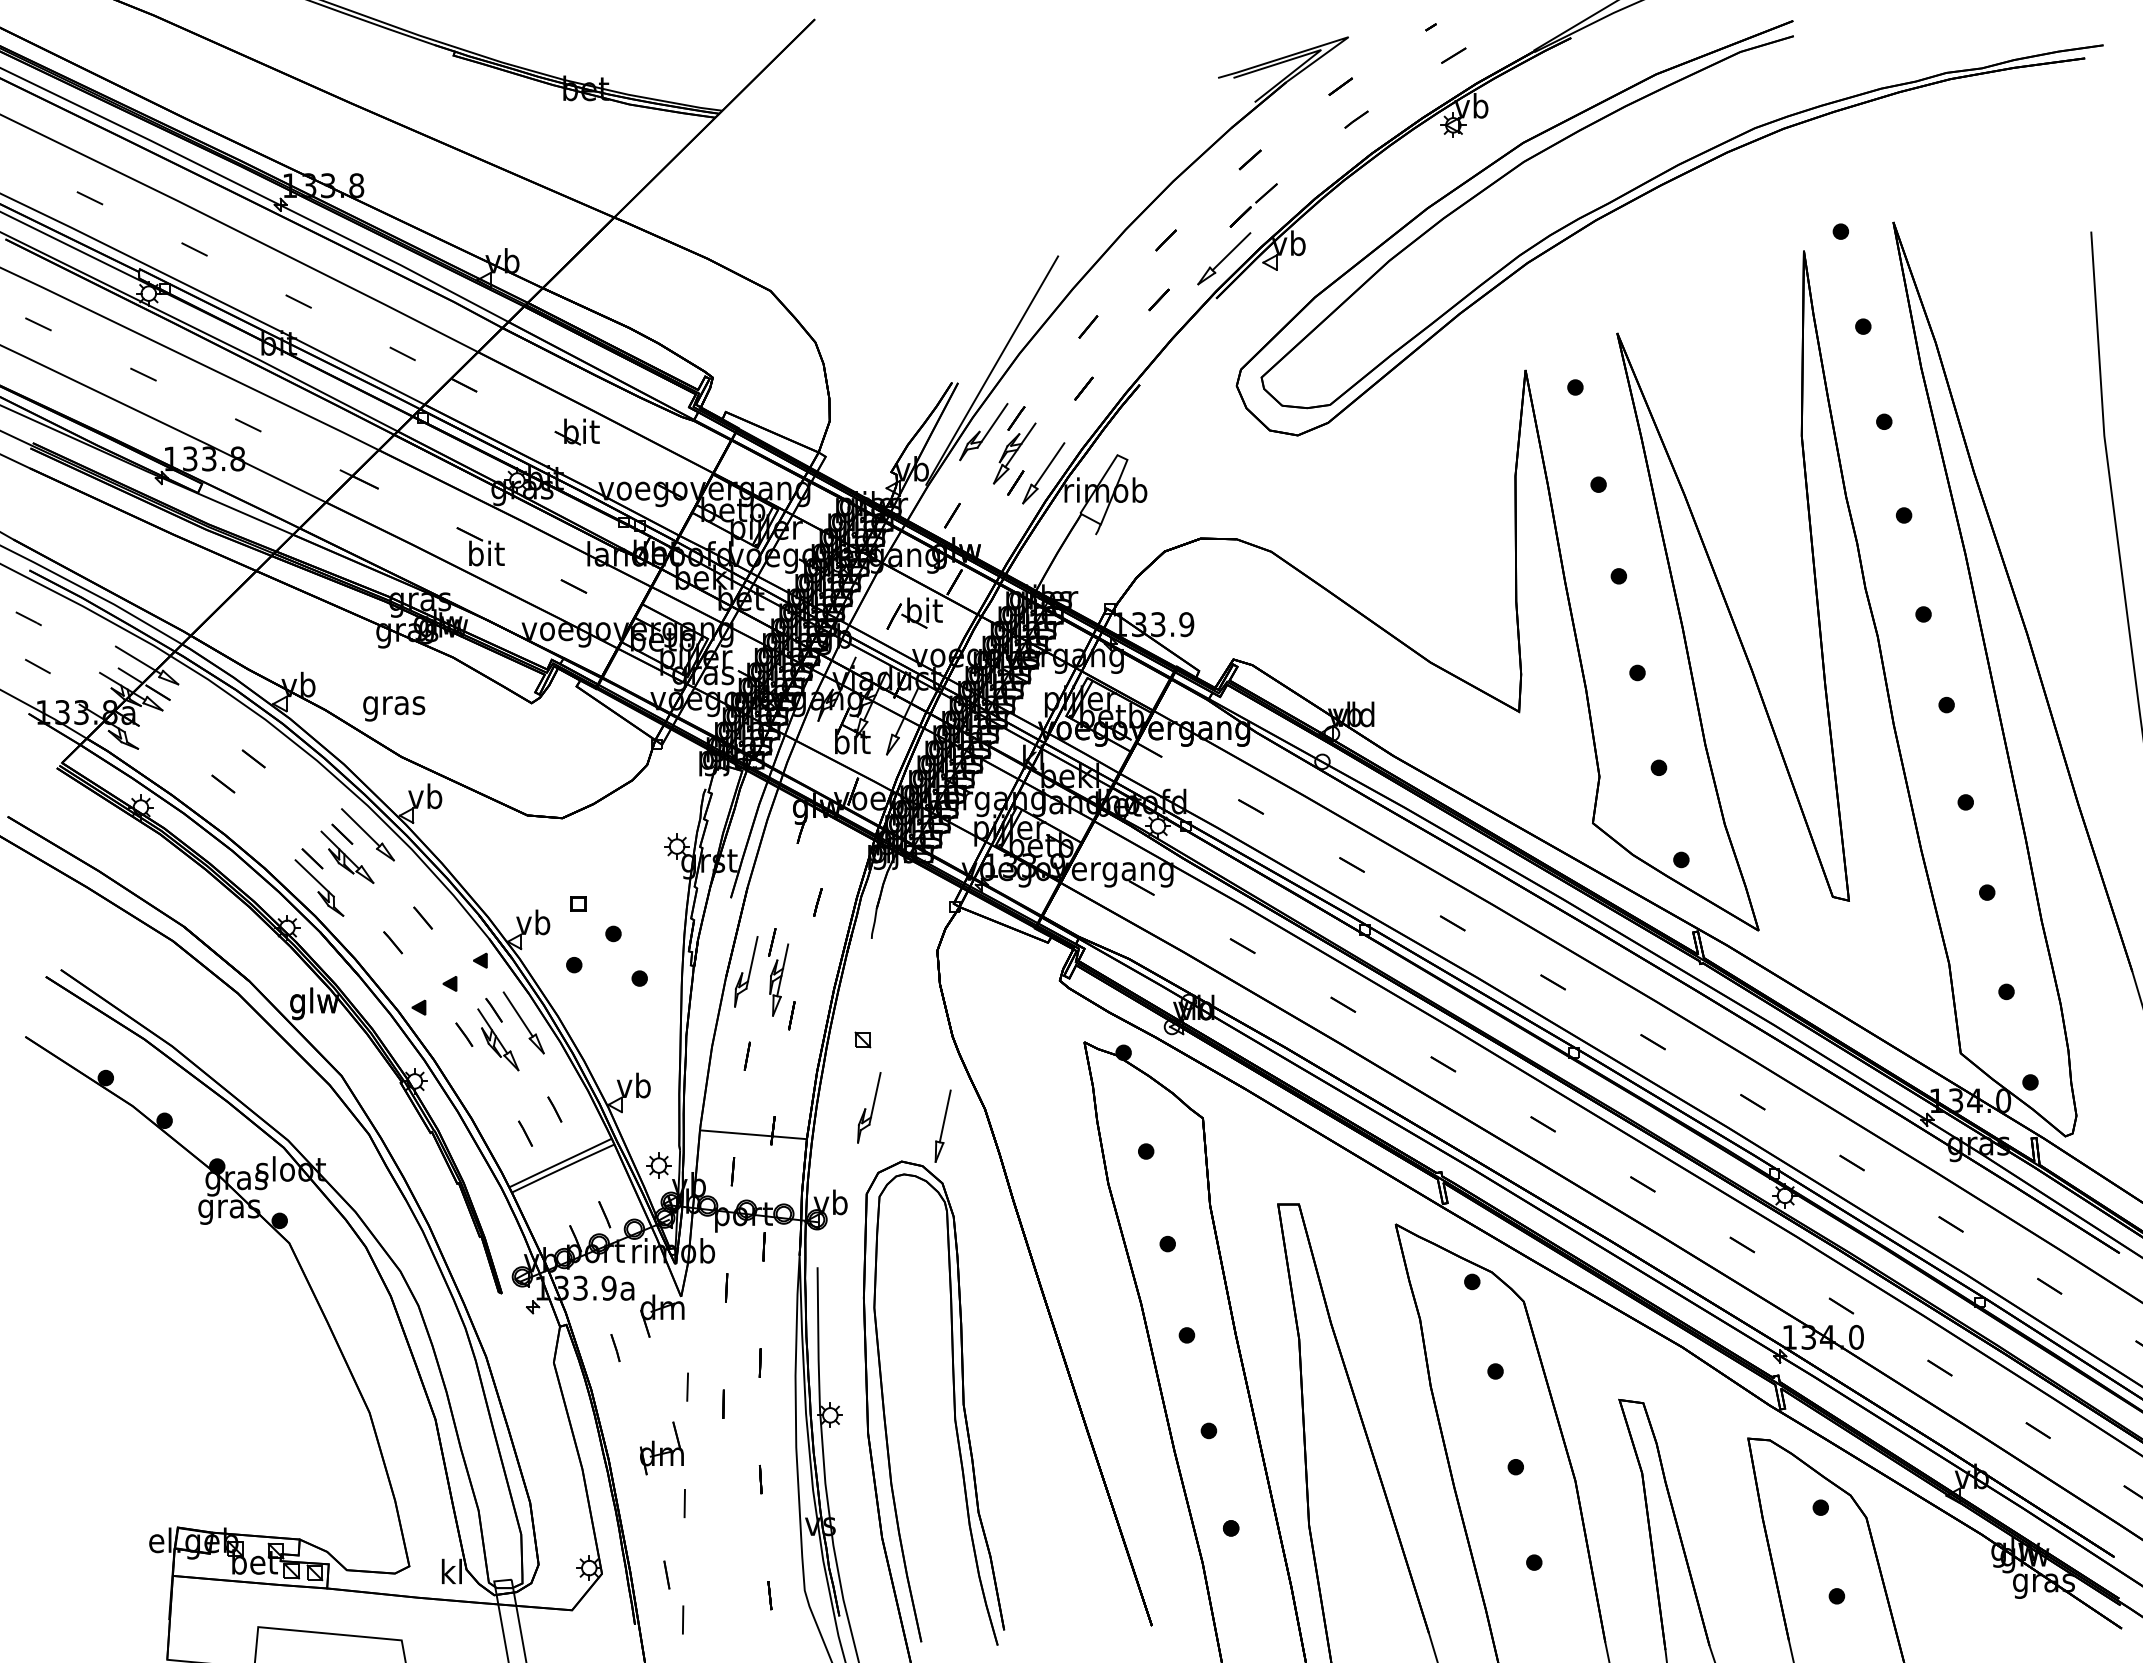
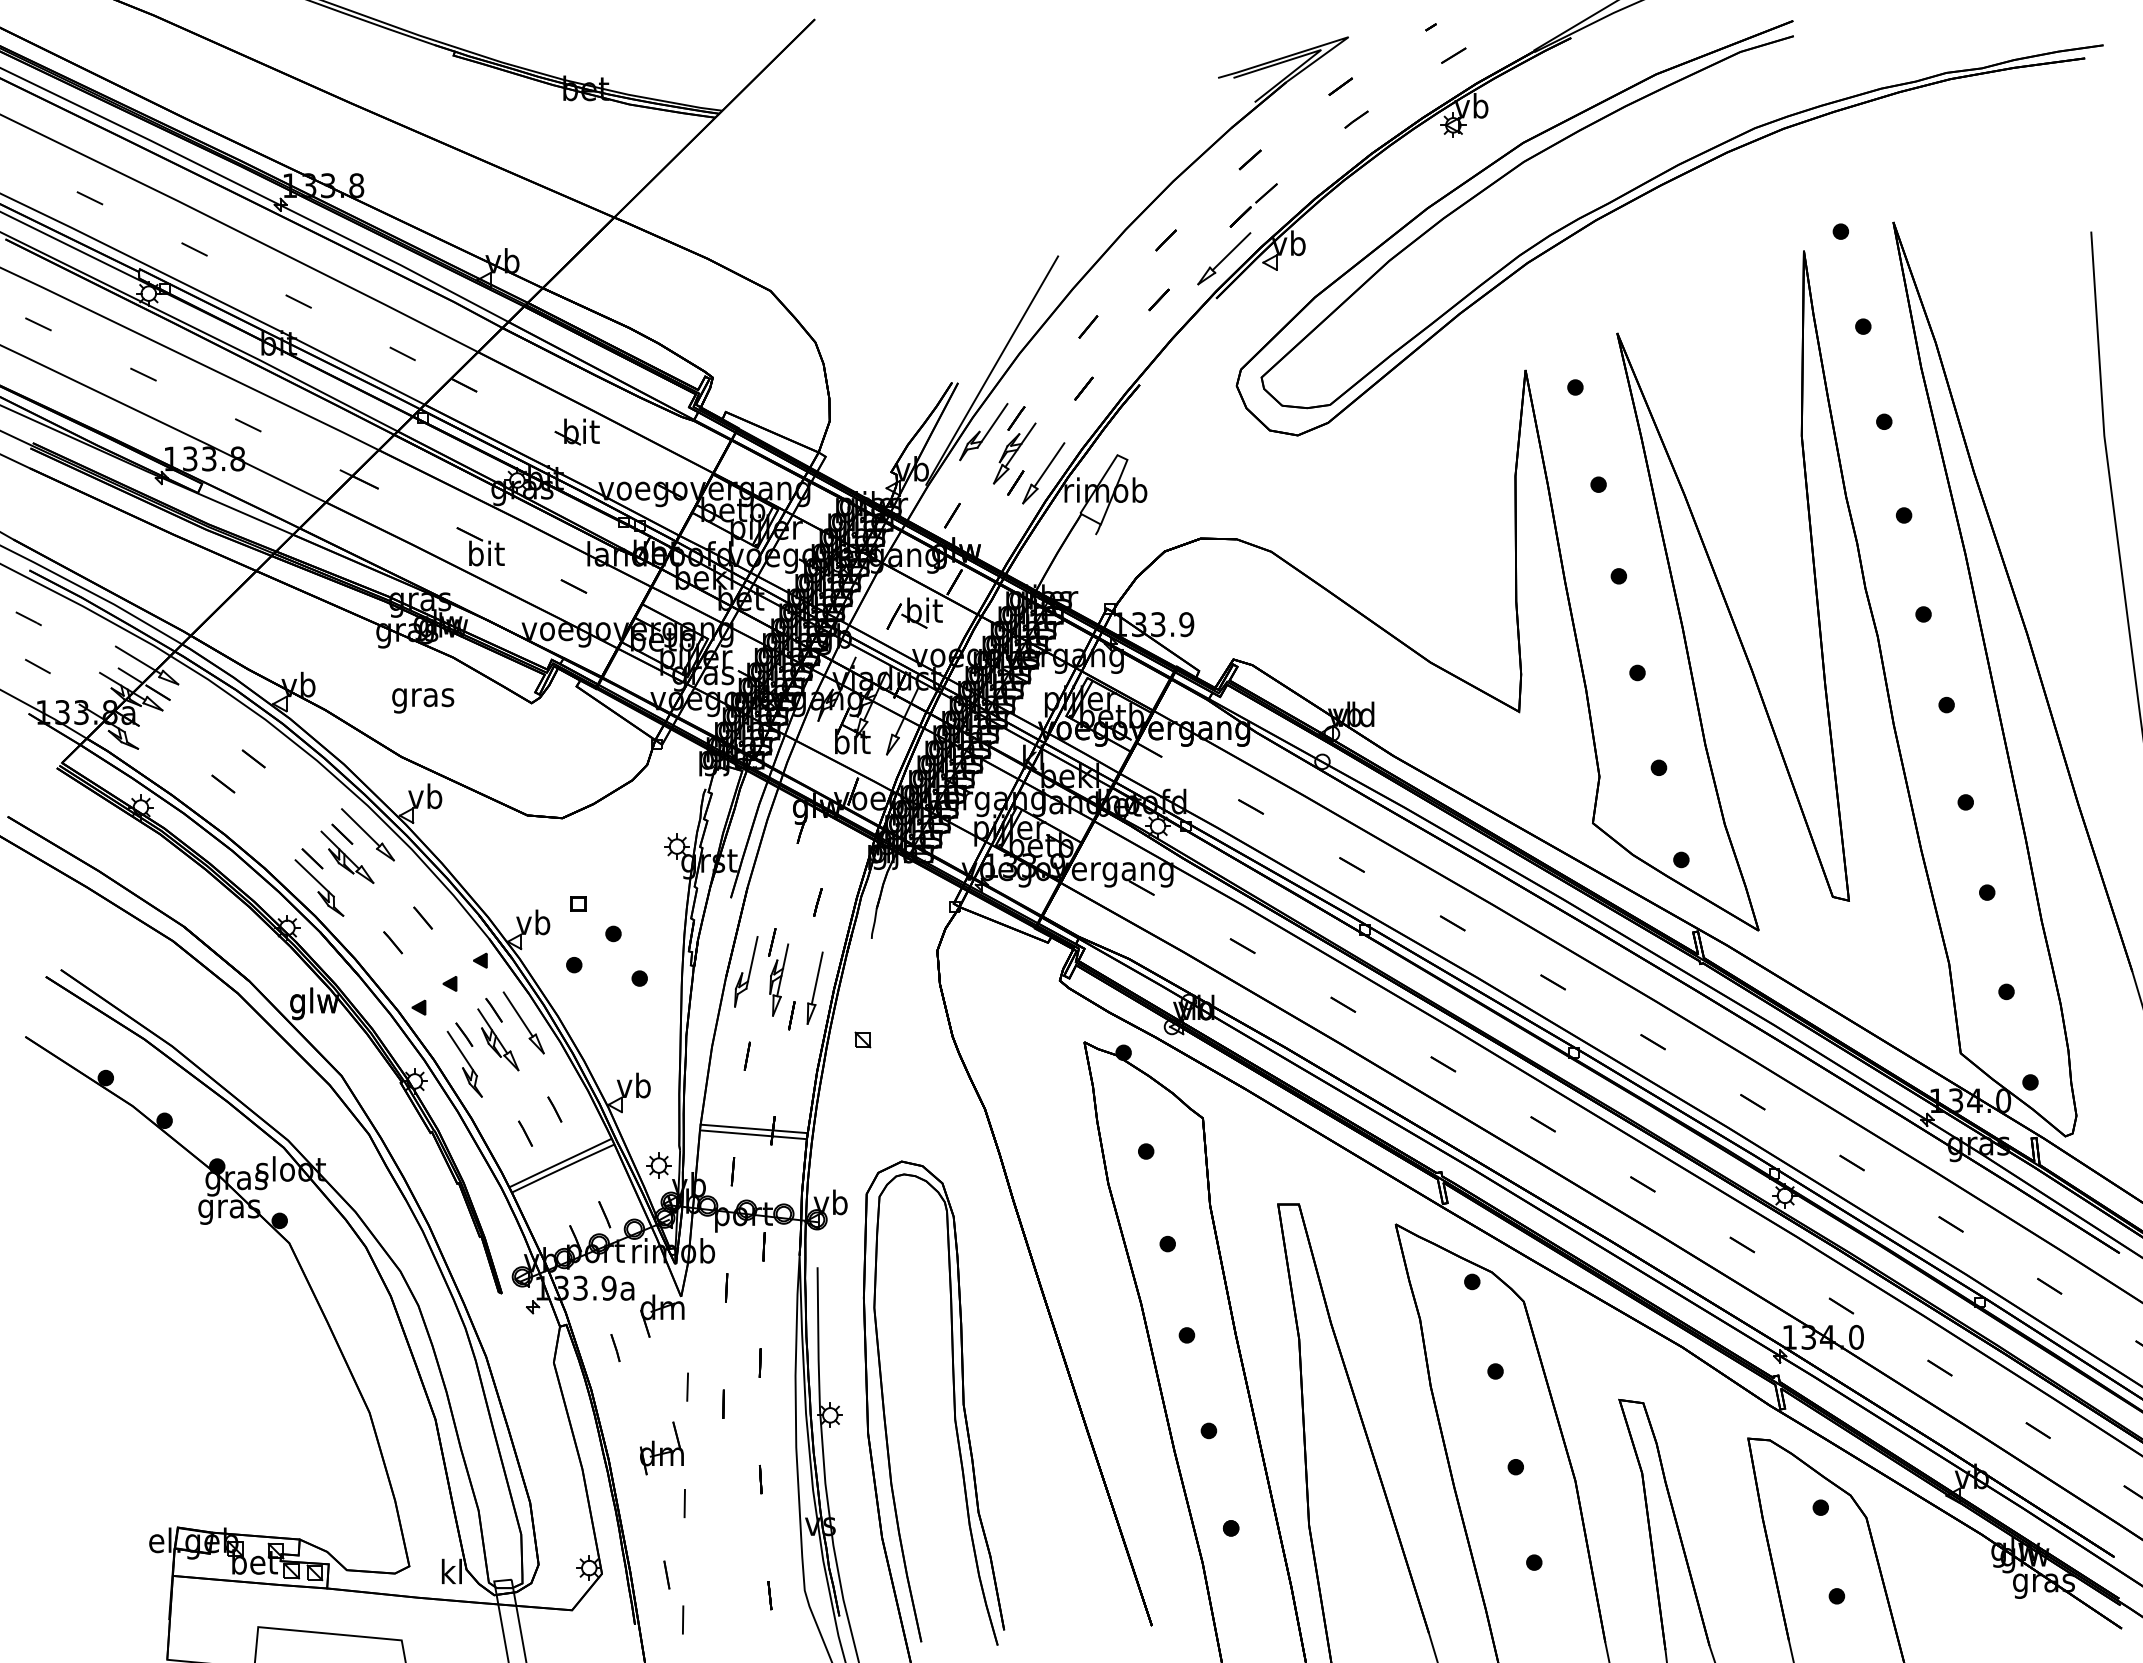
text at (394, 708) position: (394, 708) -> (423, 700)
part at (464, 1064): none -> present
part at (869, 1107): present -> none
part at (942, 1125) position: (942, 1125) -> (814, 987)
line at (753, 1128): none -> present
